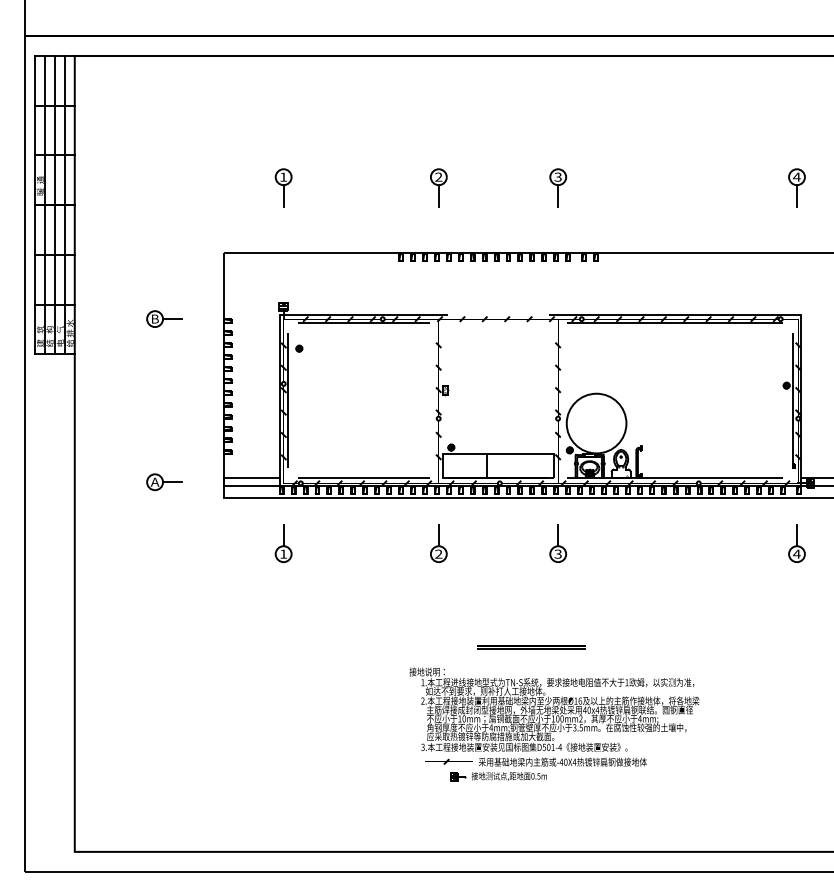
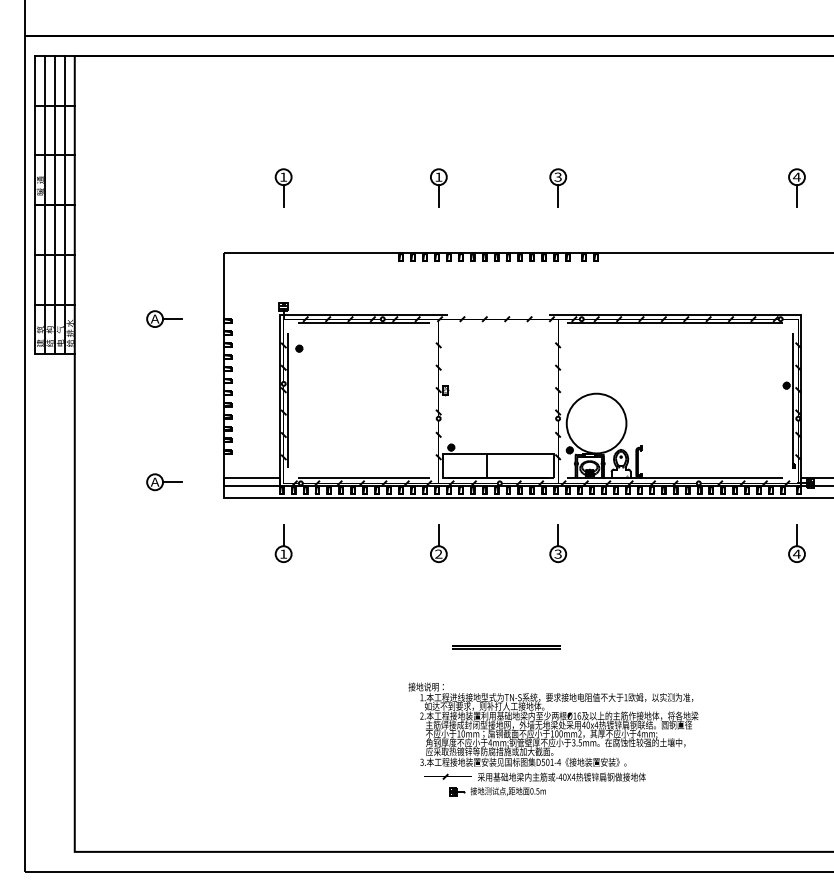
text at (438, 176): 2 -> 1
text at (154, 318): B -> A
line at (531, 646) position: (531, 646) -> (506, 646)
part at (554, 724) position: (554, 724) -> (553, 739)
